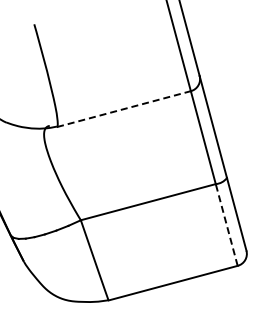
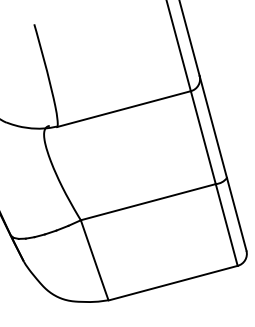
line at (124, 108): dashed -> solid
line at (226, 224): dashed -> solid
